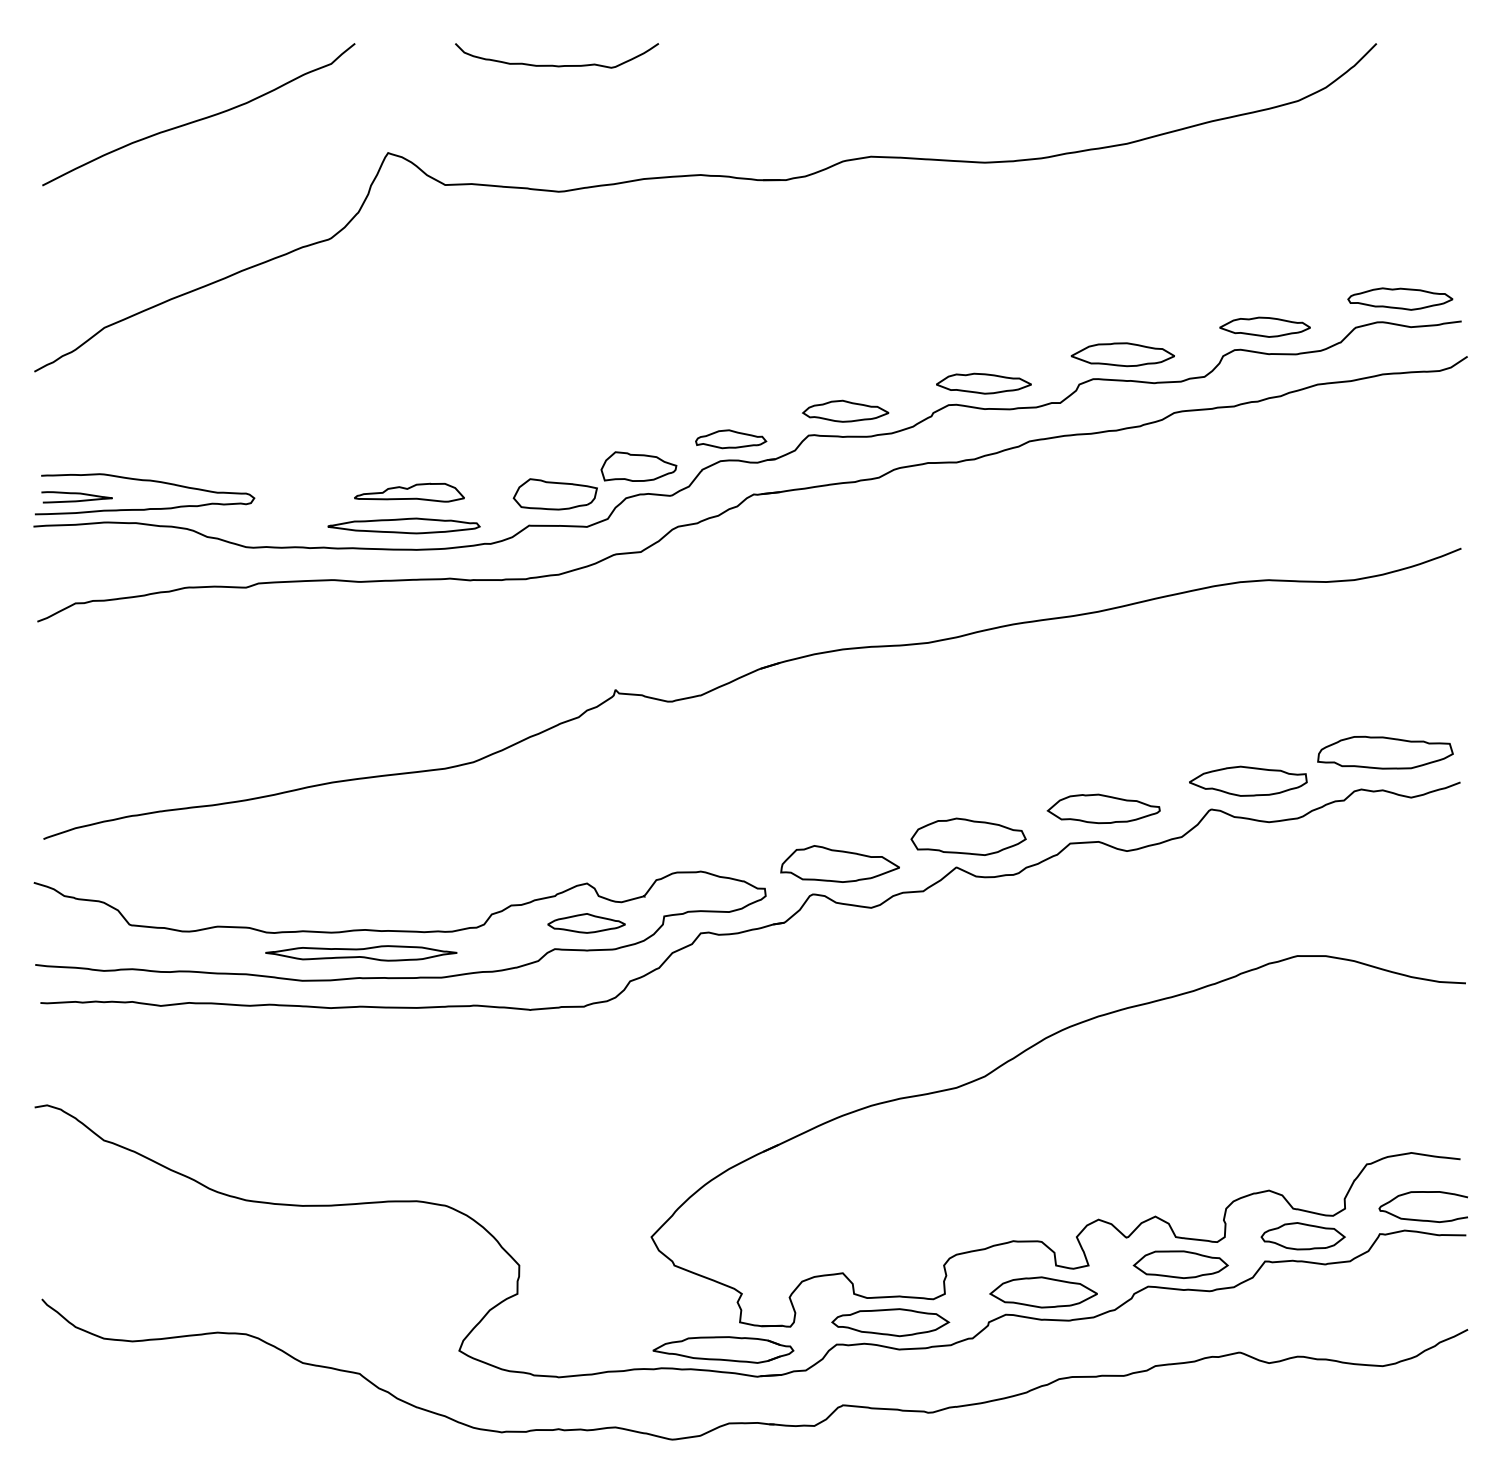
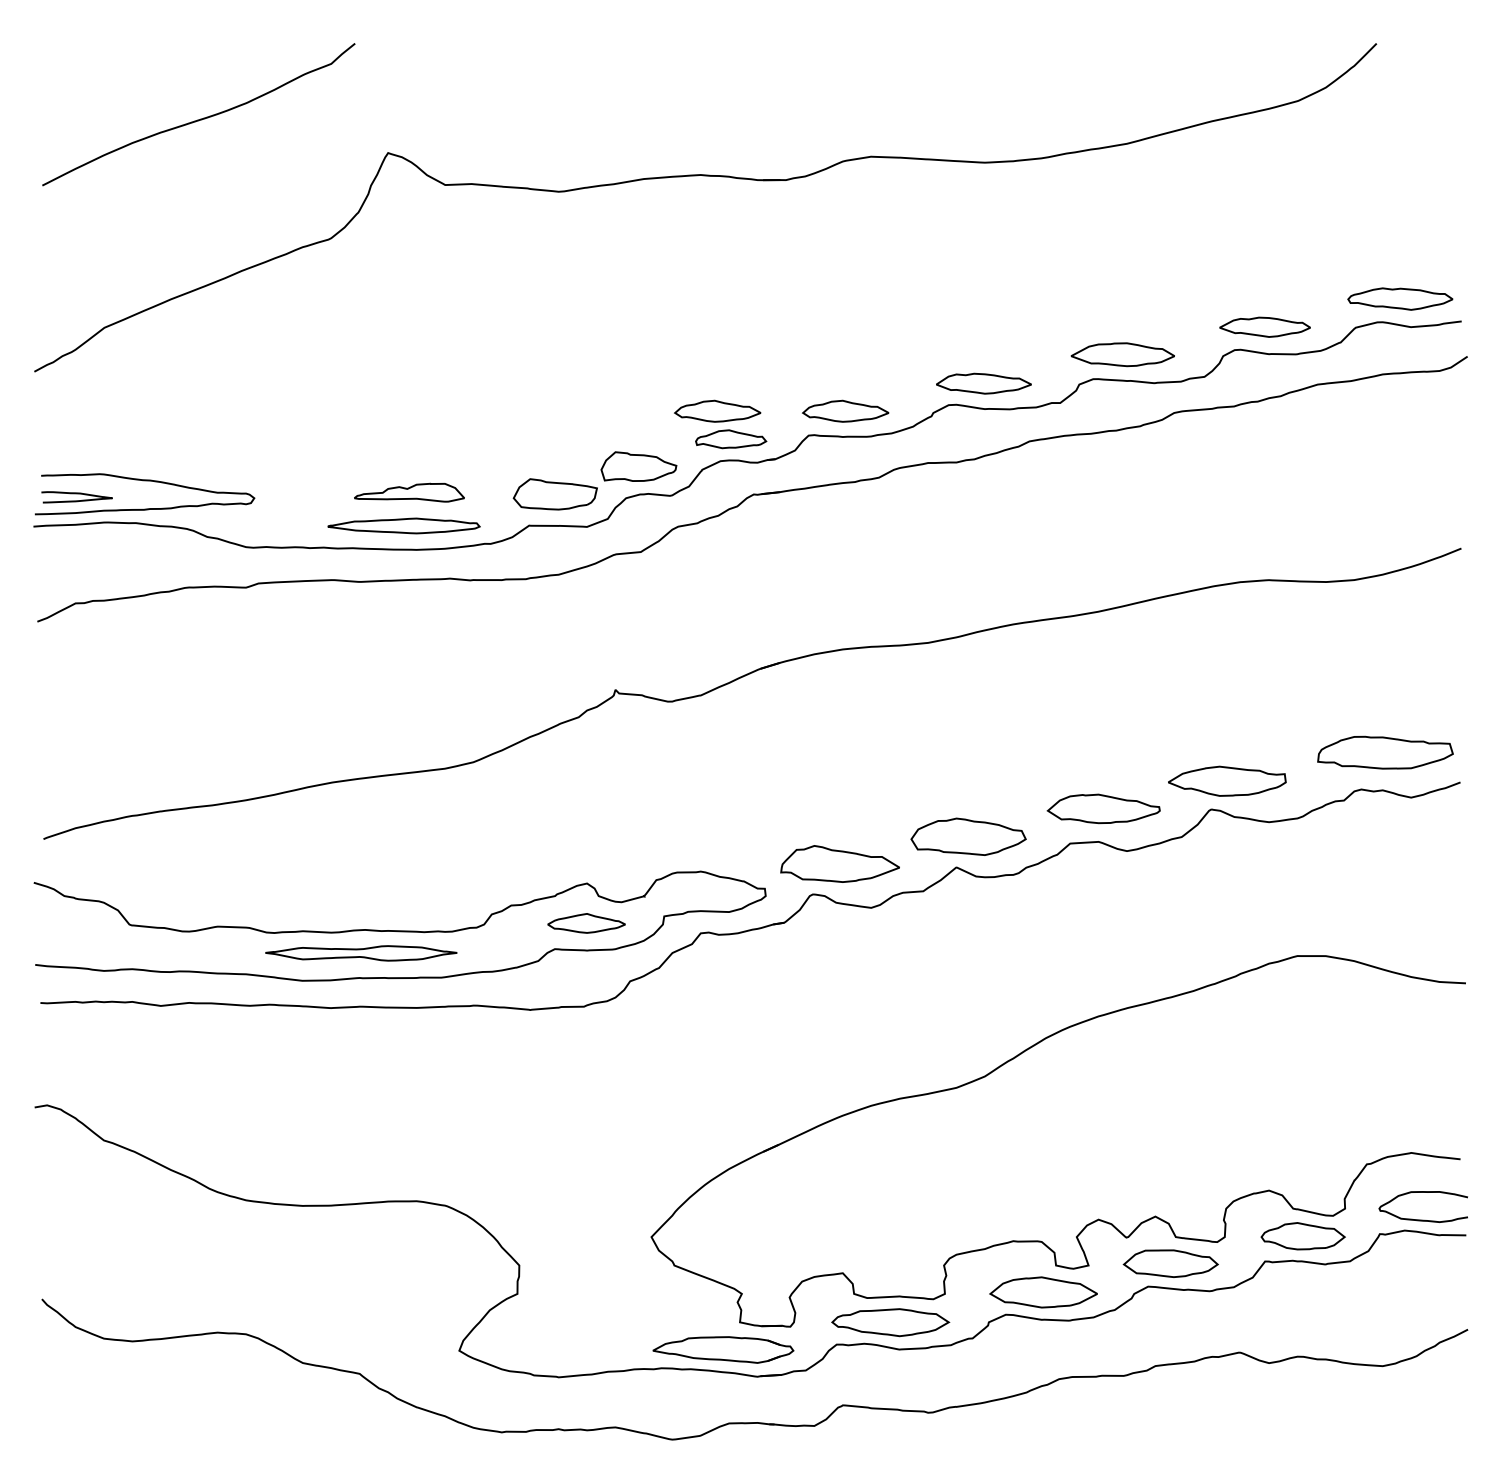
curve at (557, 65): present -> none
part at (717, 410): none -> present
part at (1248, 780) position: (1248, 780) -> (1227, 780)
part at (1180, 1264) position: (1180, 1264) -> (1170, 1263)
